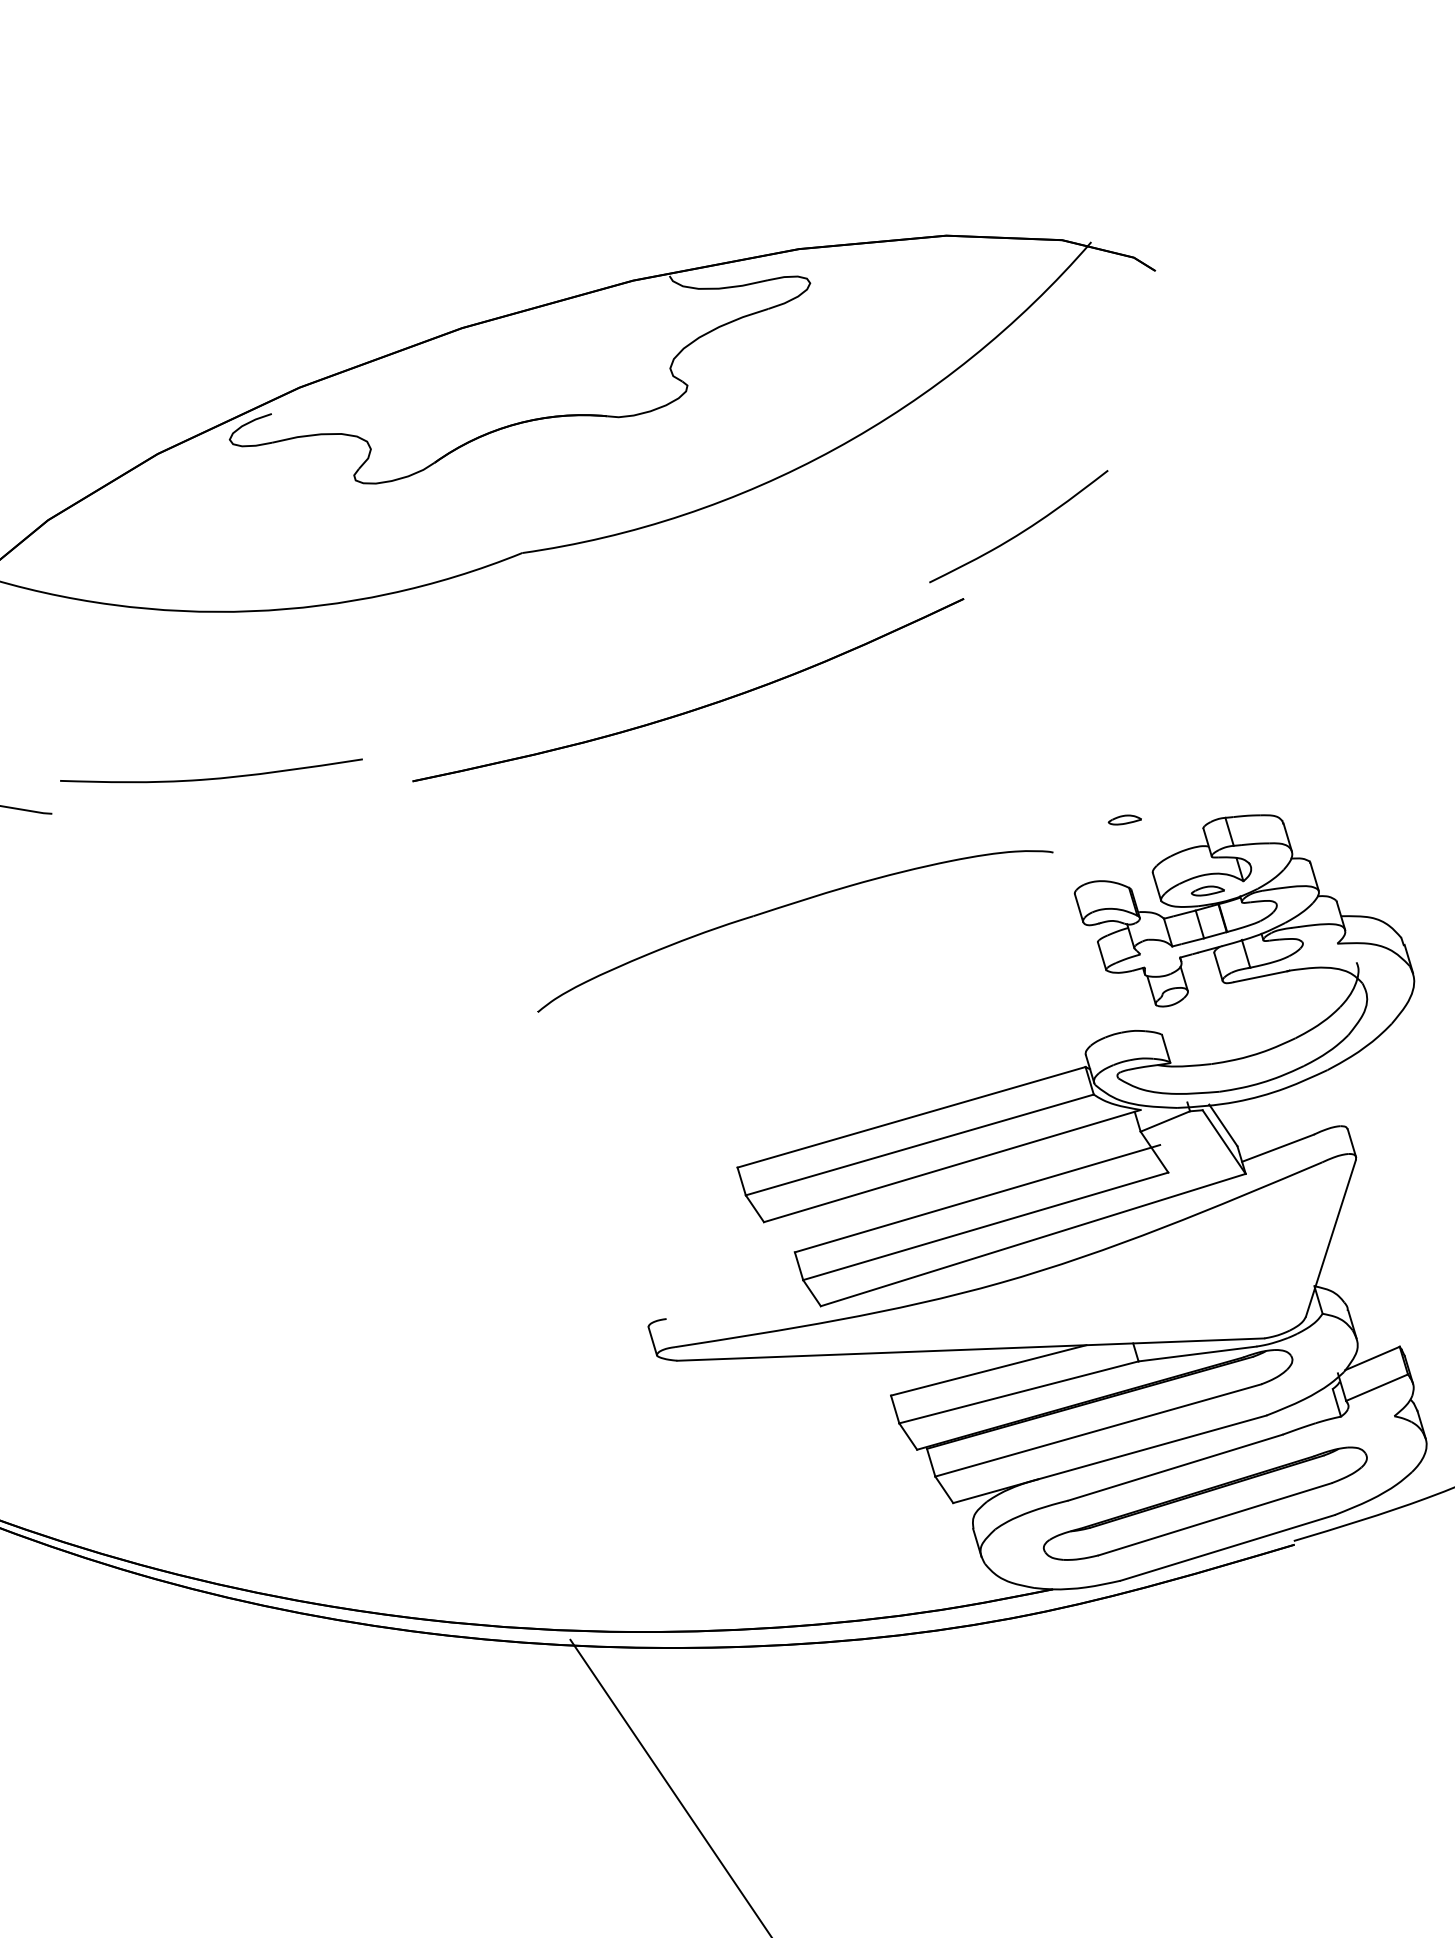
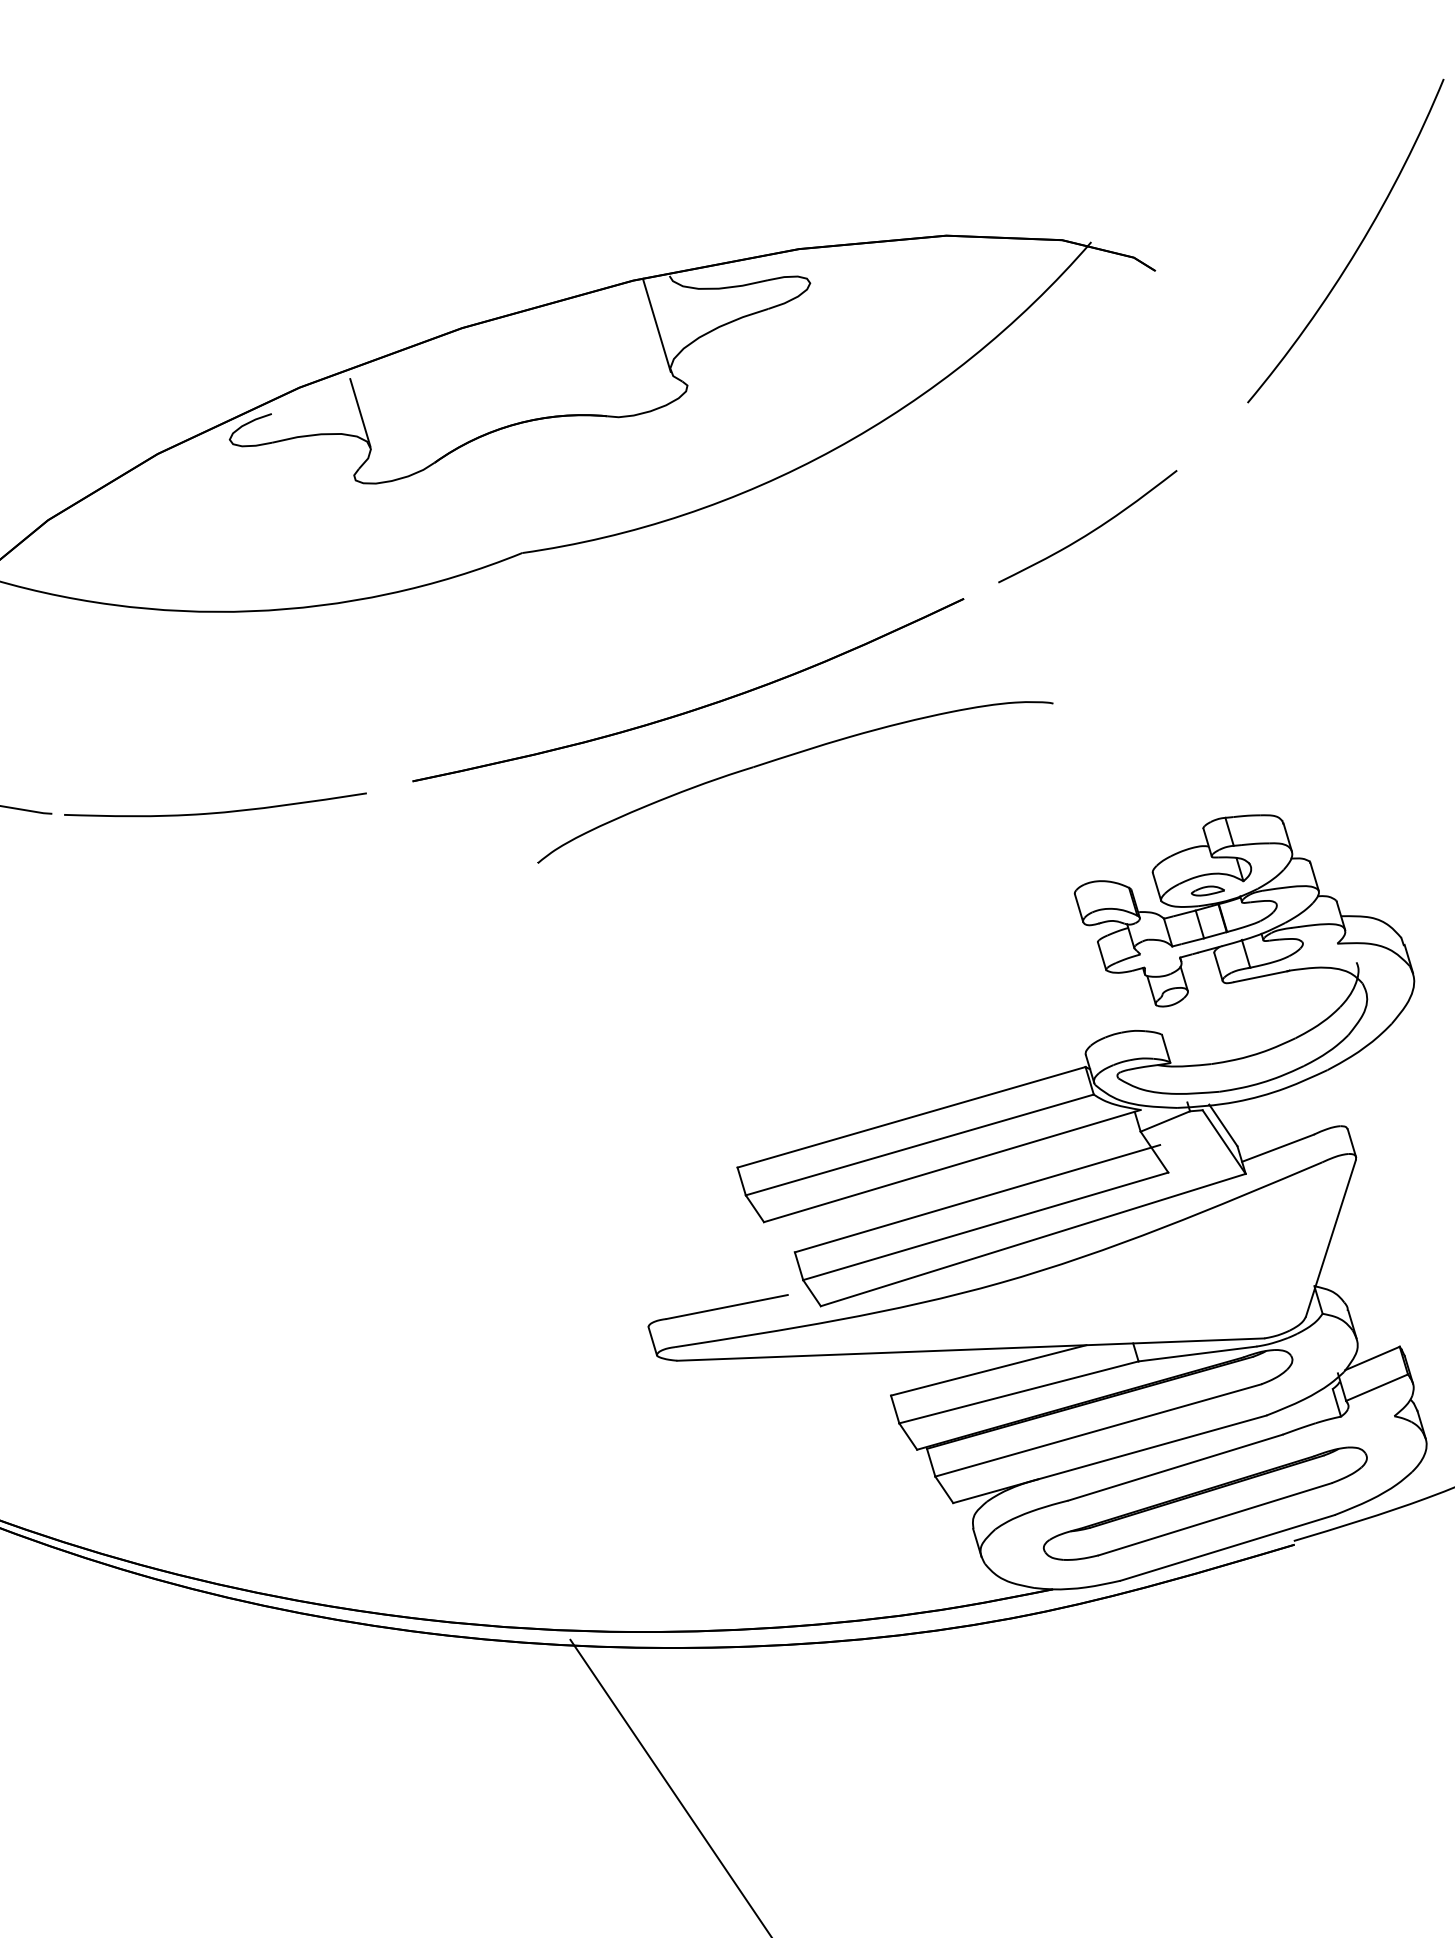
arc at (1357, 247): none -> present
line at (656, 324): none -> present
line at (360, 412): none -> present
curve at (1021, 531) position: (1021, 531) -> (1090, 531)
curve at (211, 778) position: (211, 778) -> (215, 812)
part at (1124, 819): present -> none
part at (787, 906) position: (787, 906) -> (787, 757)
line at (726, 1307): none -> present
